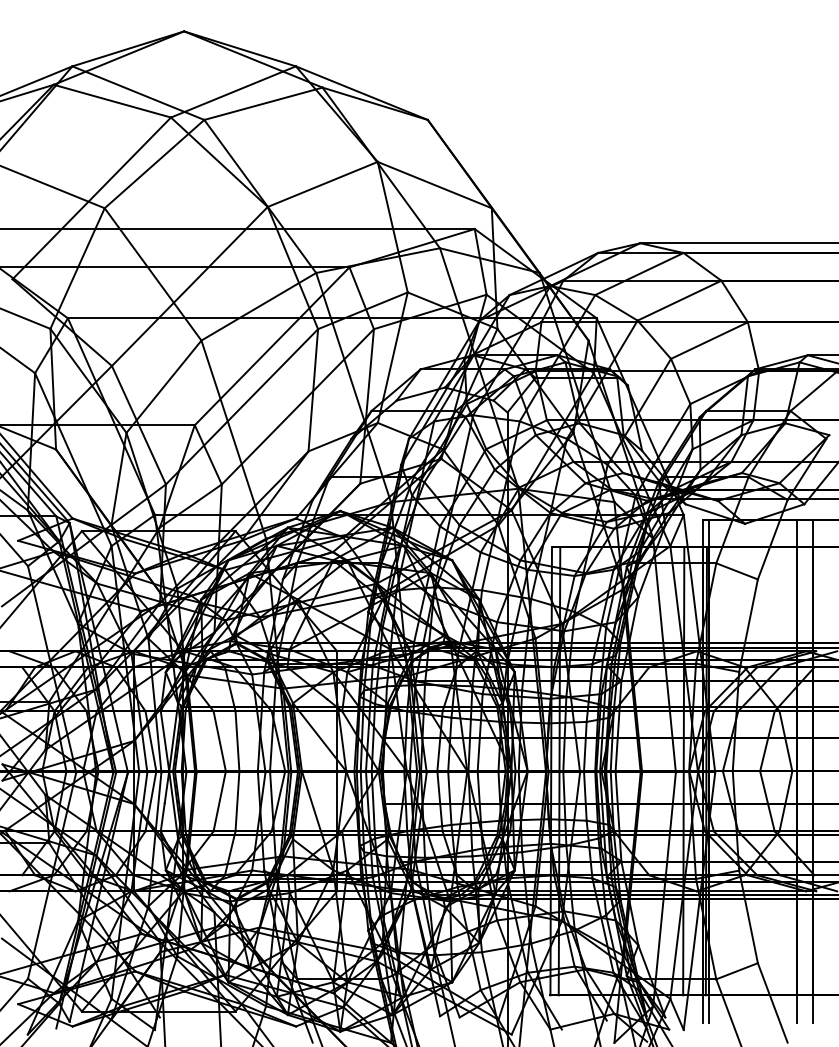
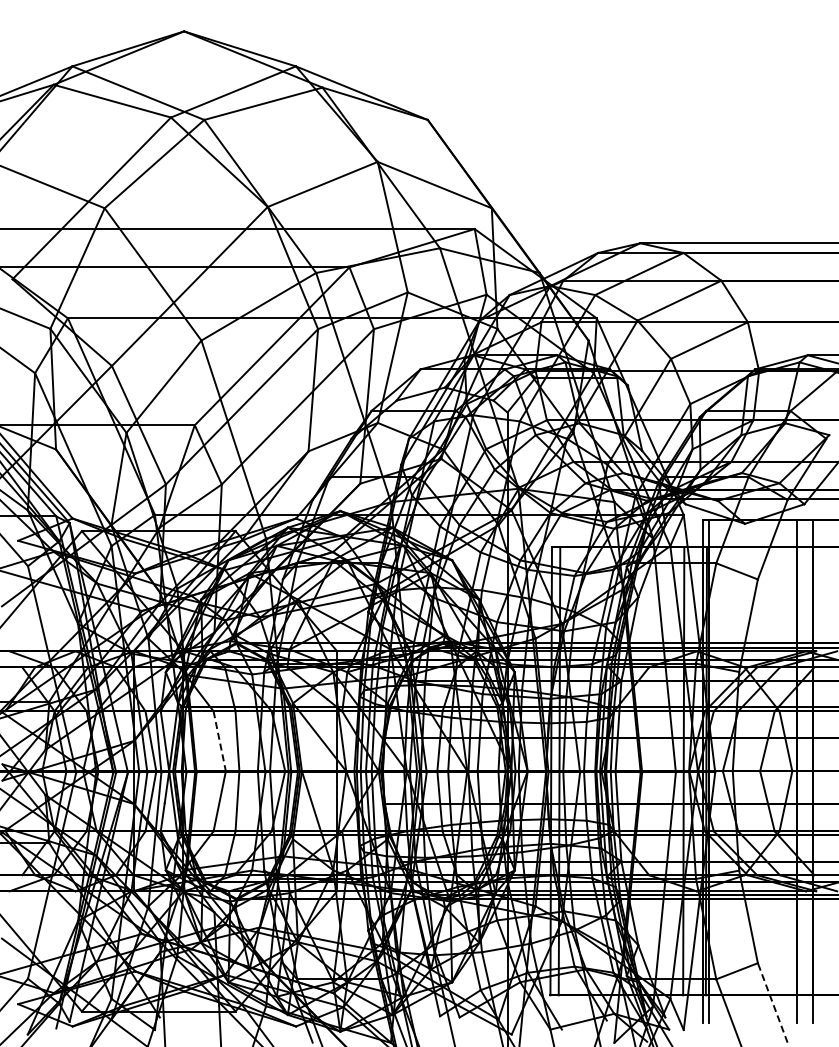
line at (219, 741): solid -> dashed
line at (772, 1002): solid -> dashed
